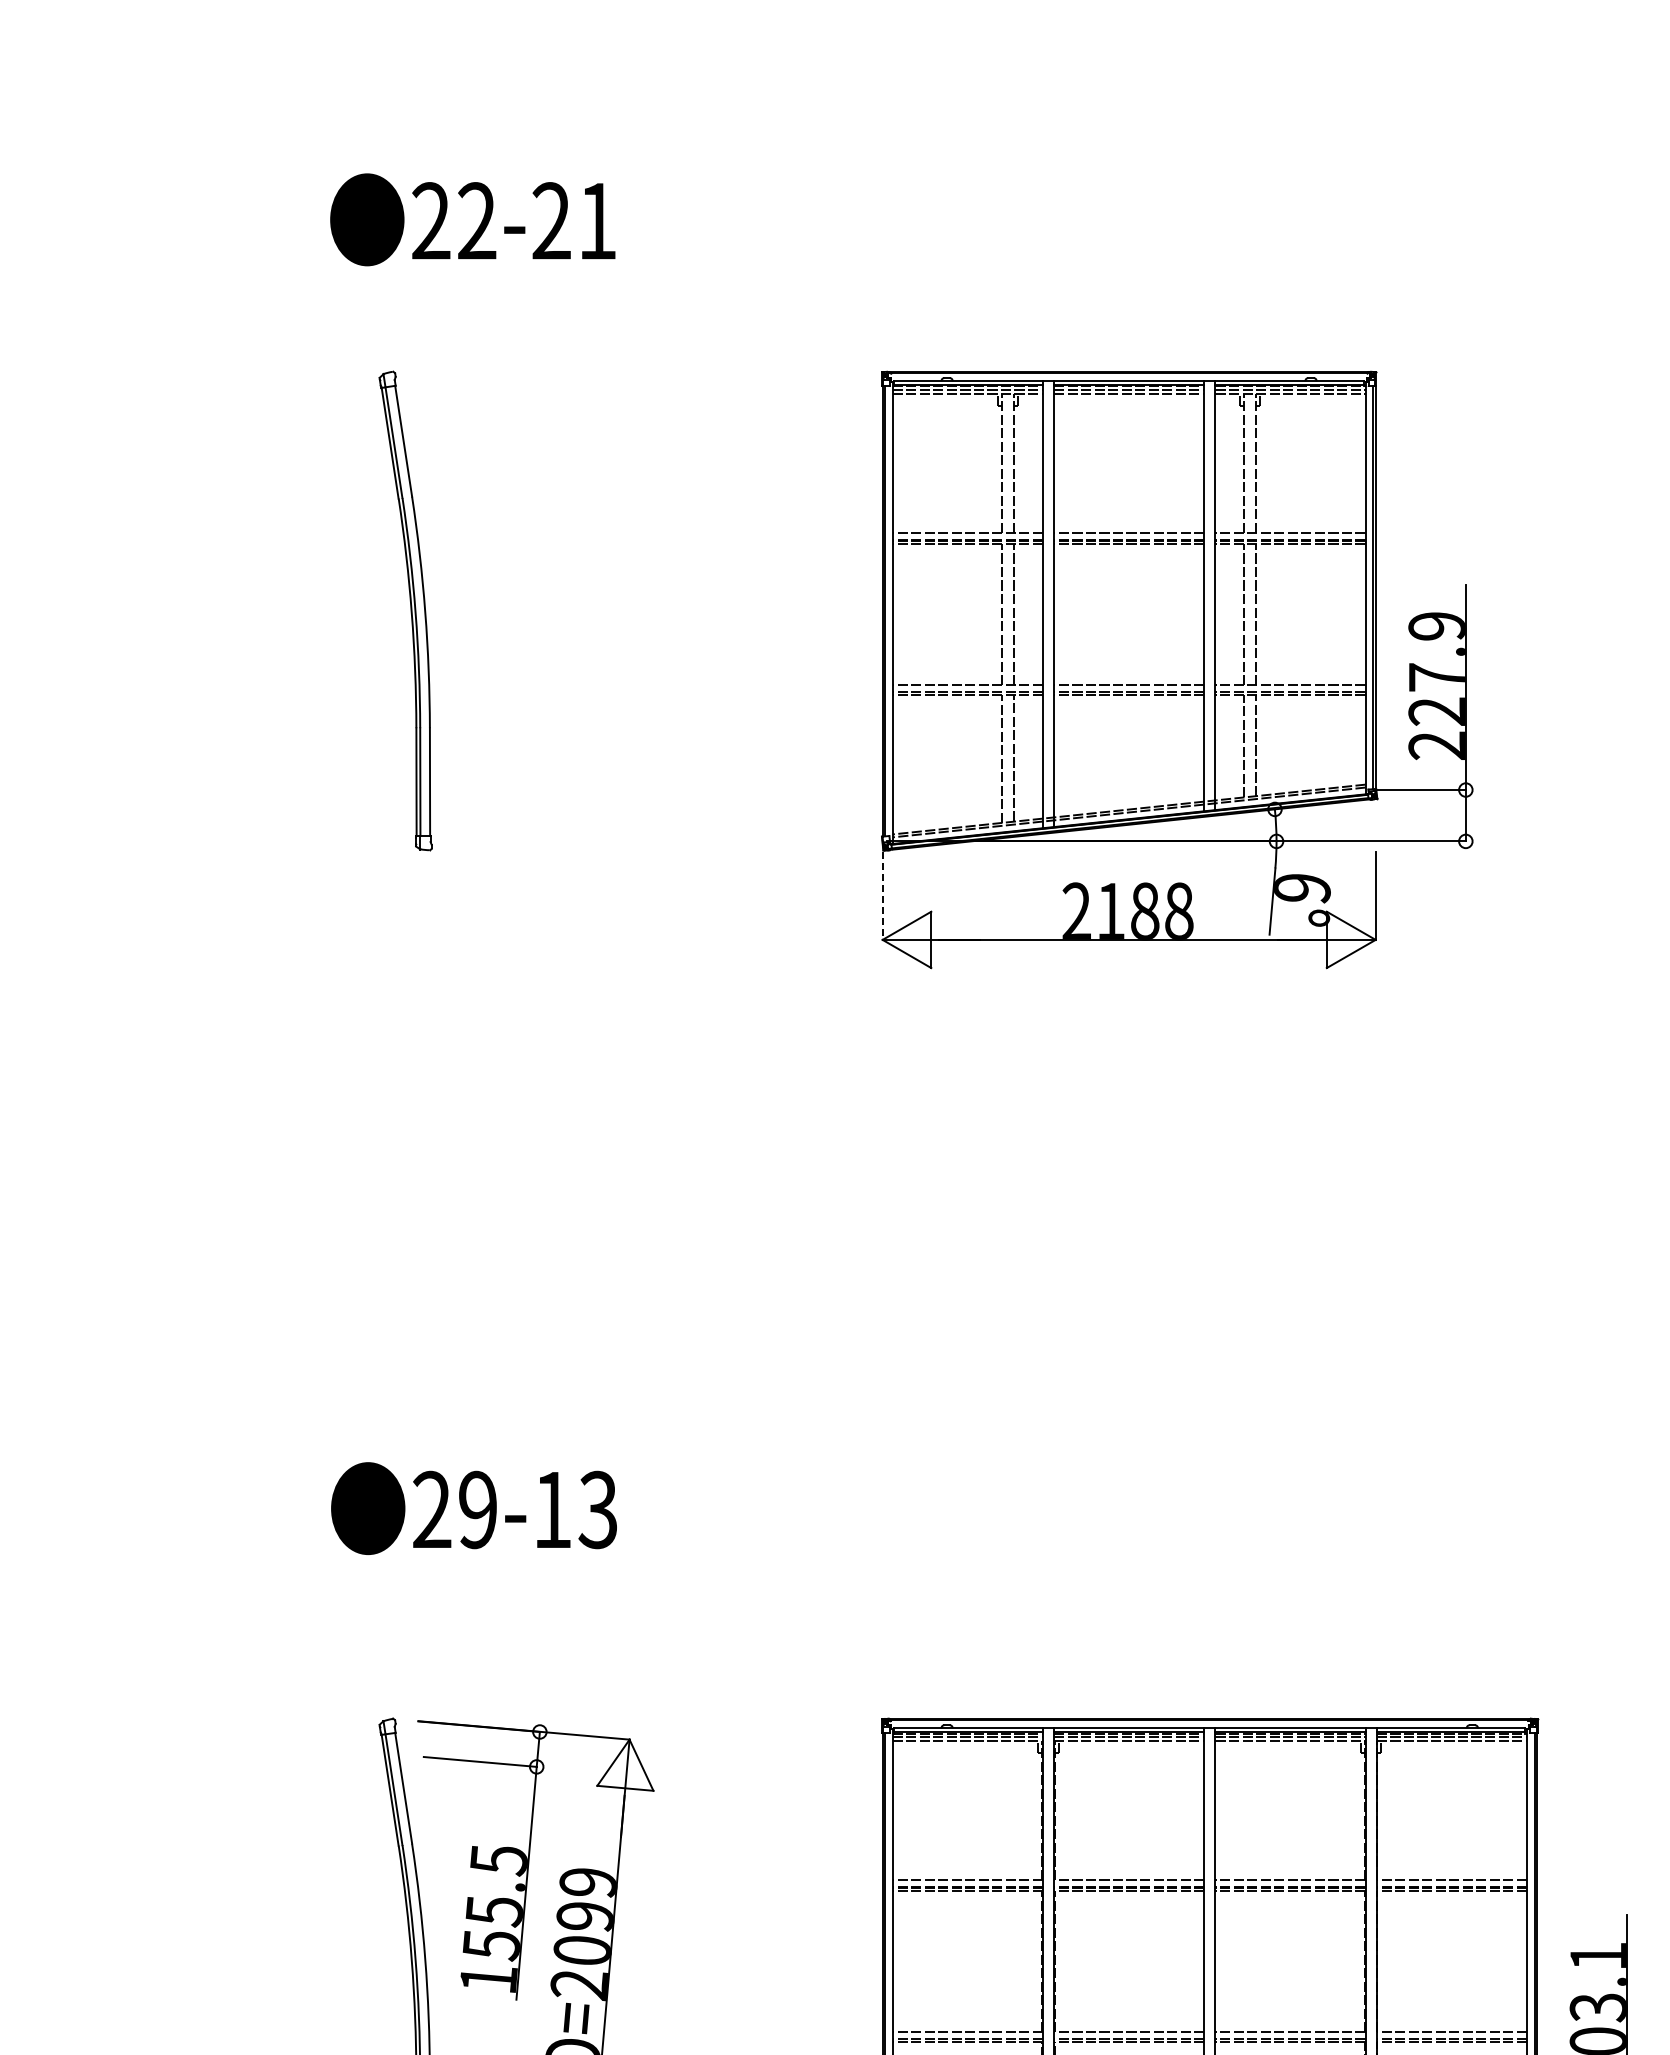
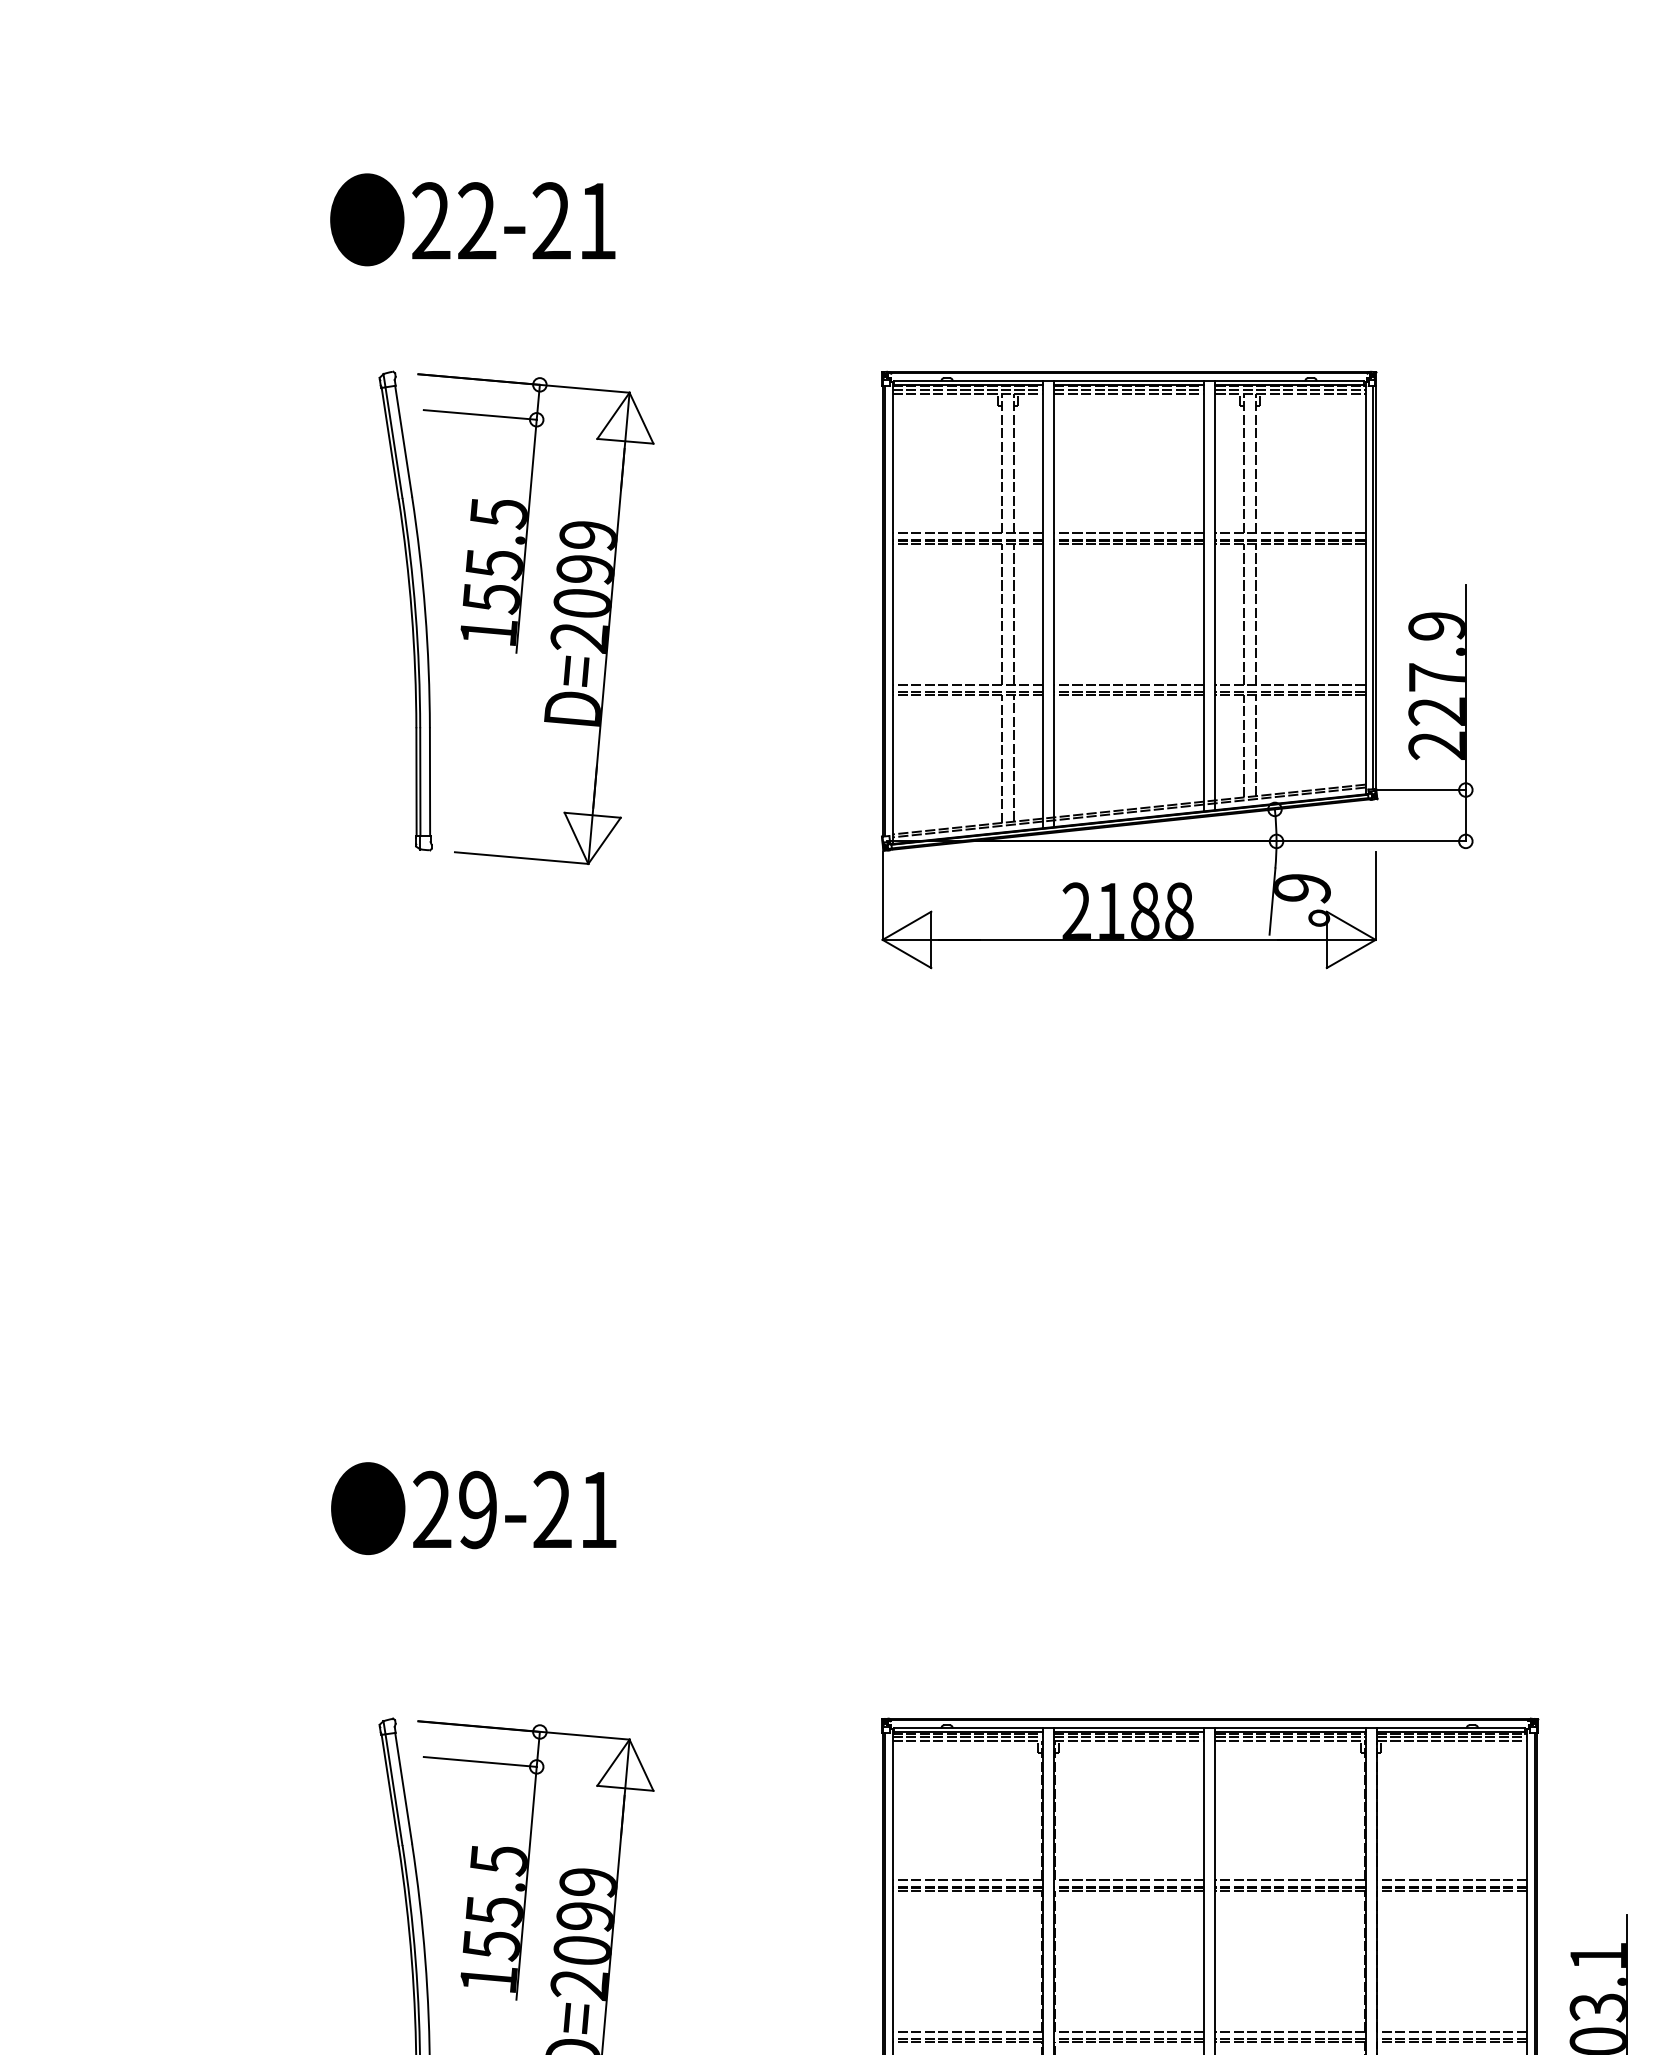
part at (520, 619): none -> present
line at (882, 896): dashed -> solid
text at (574, 1509): 29-13 -> 29-21
